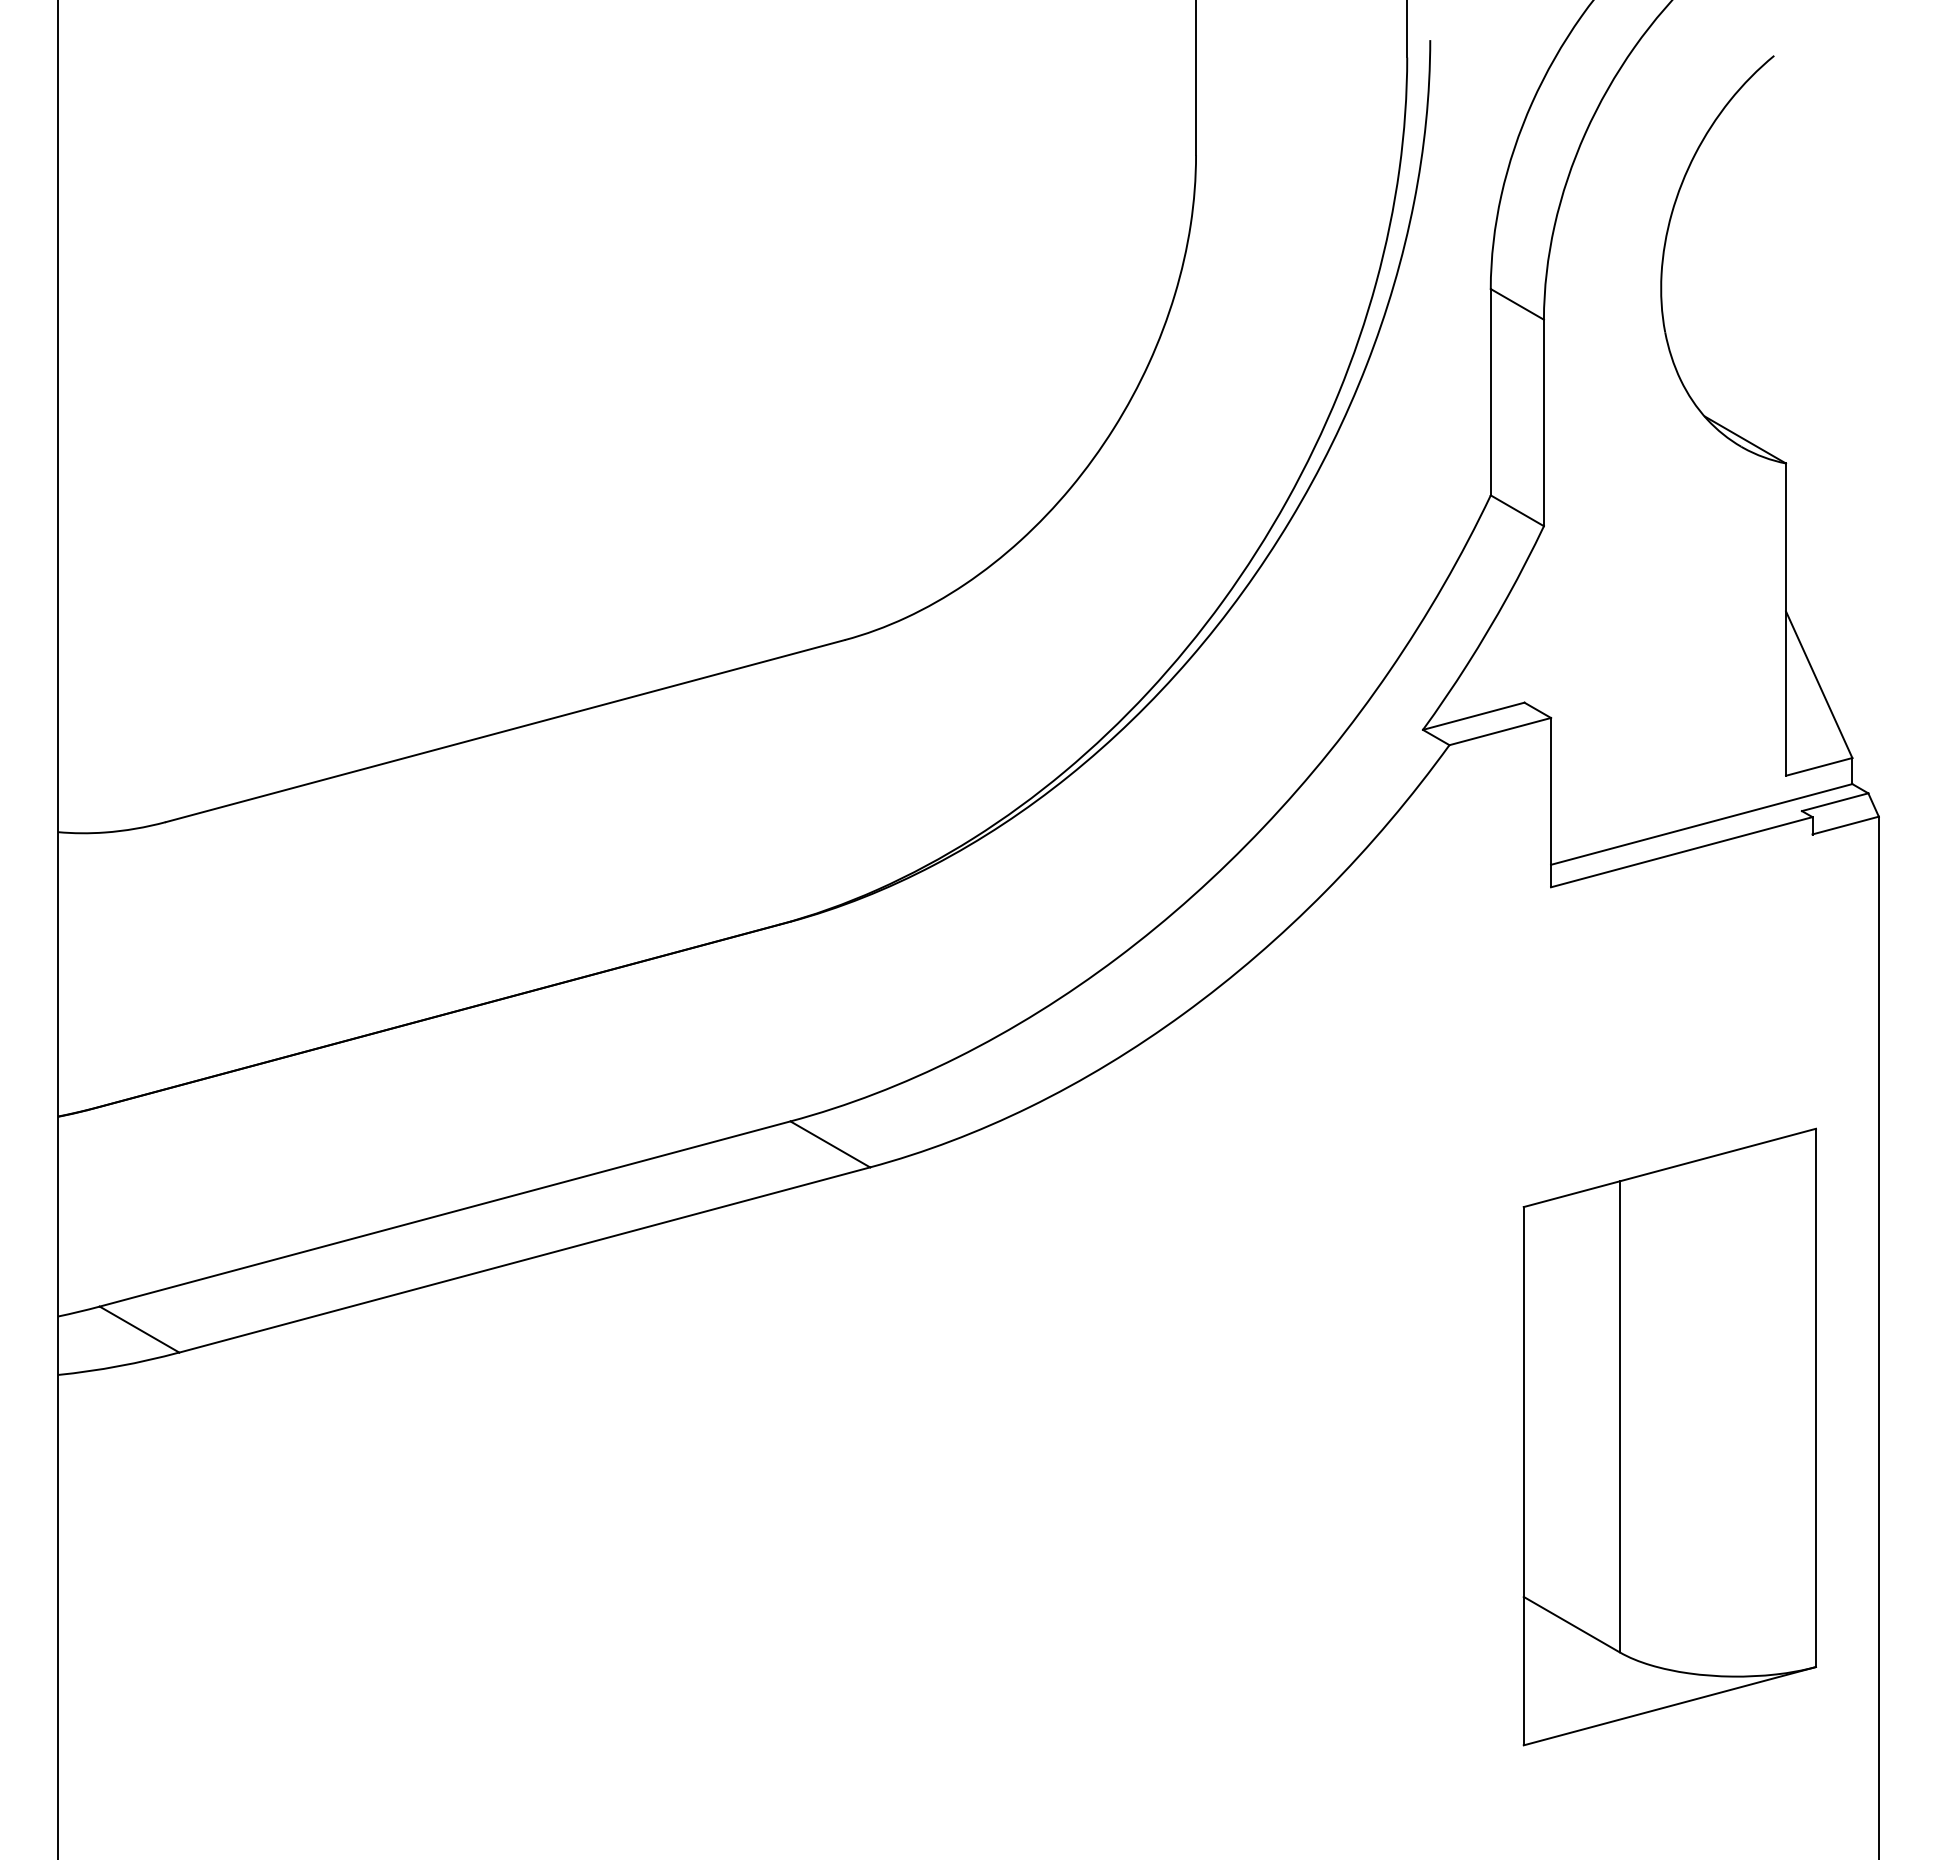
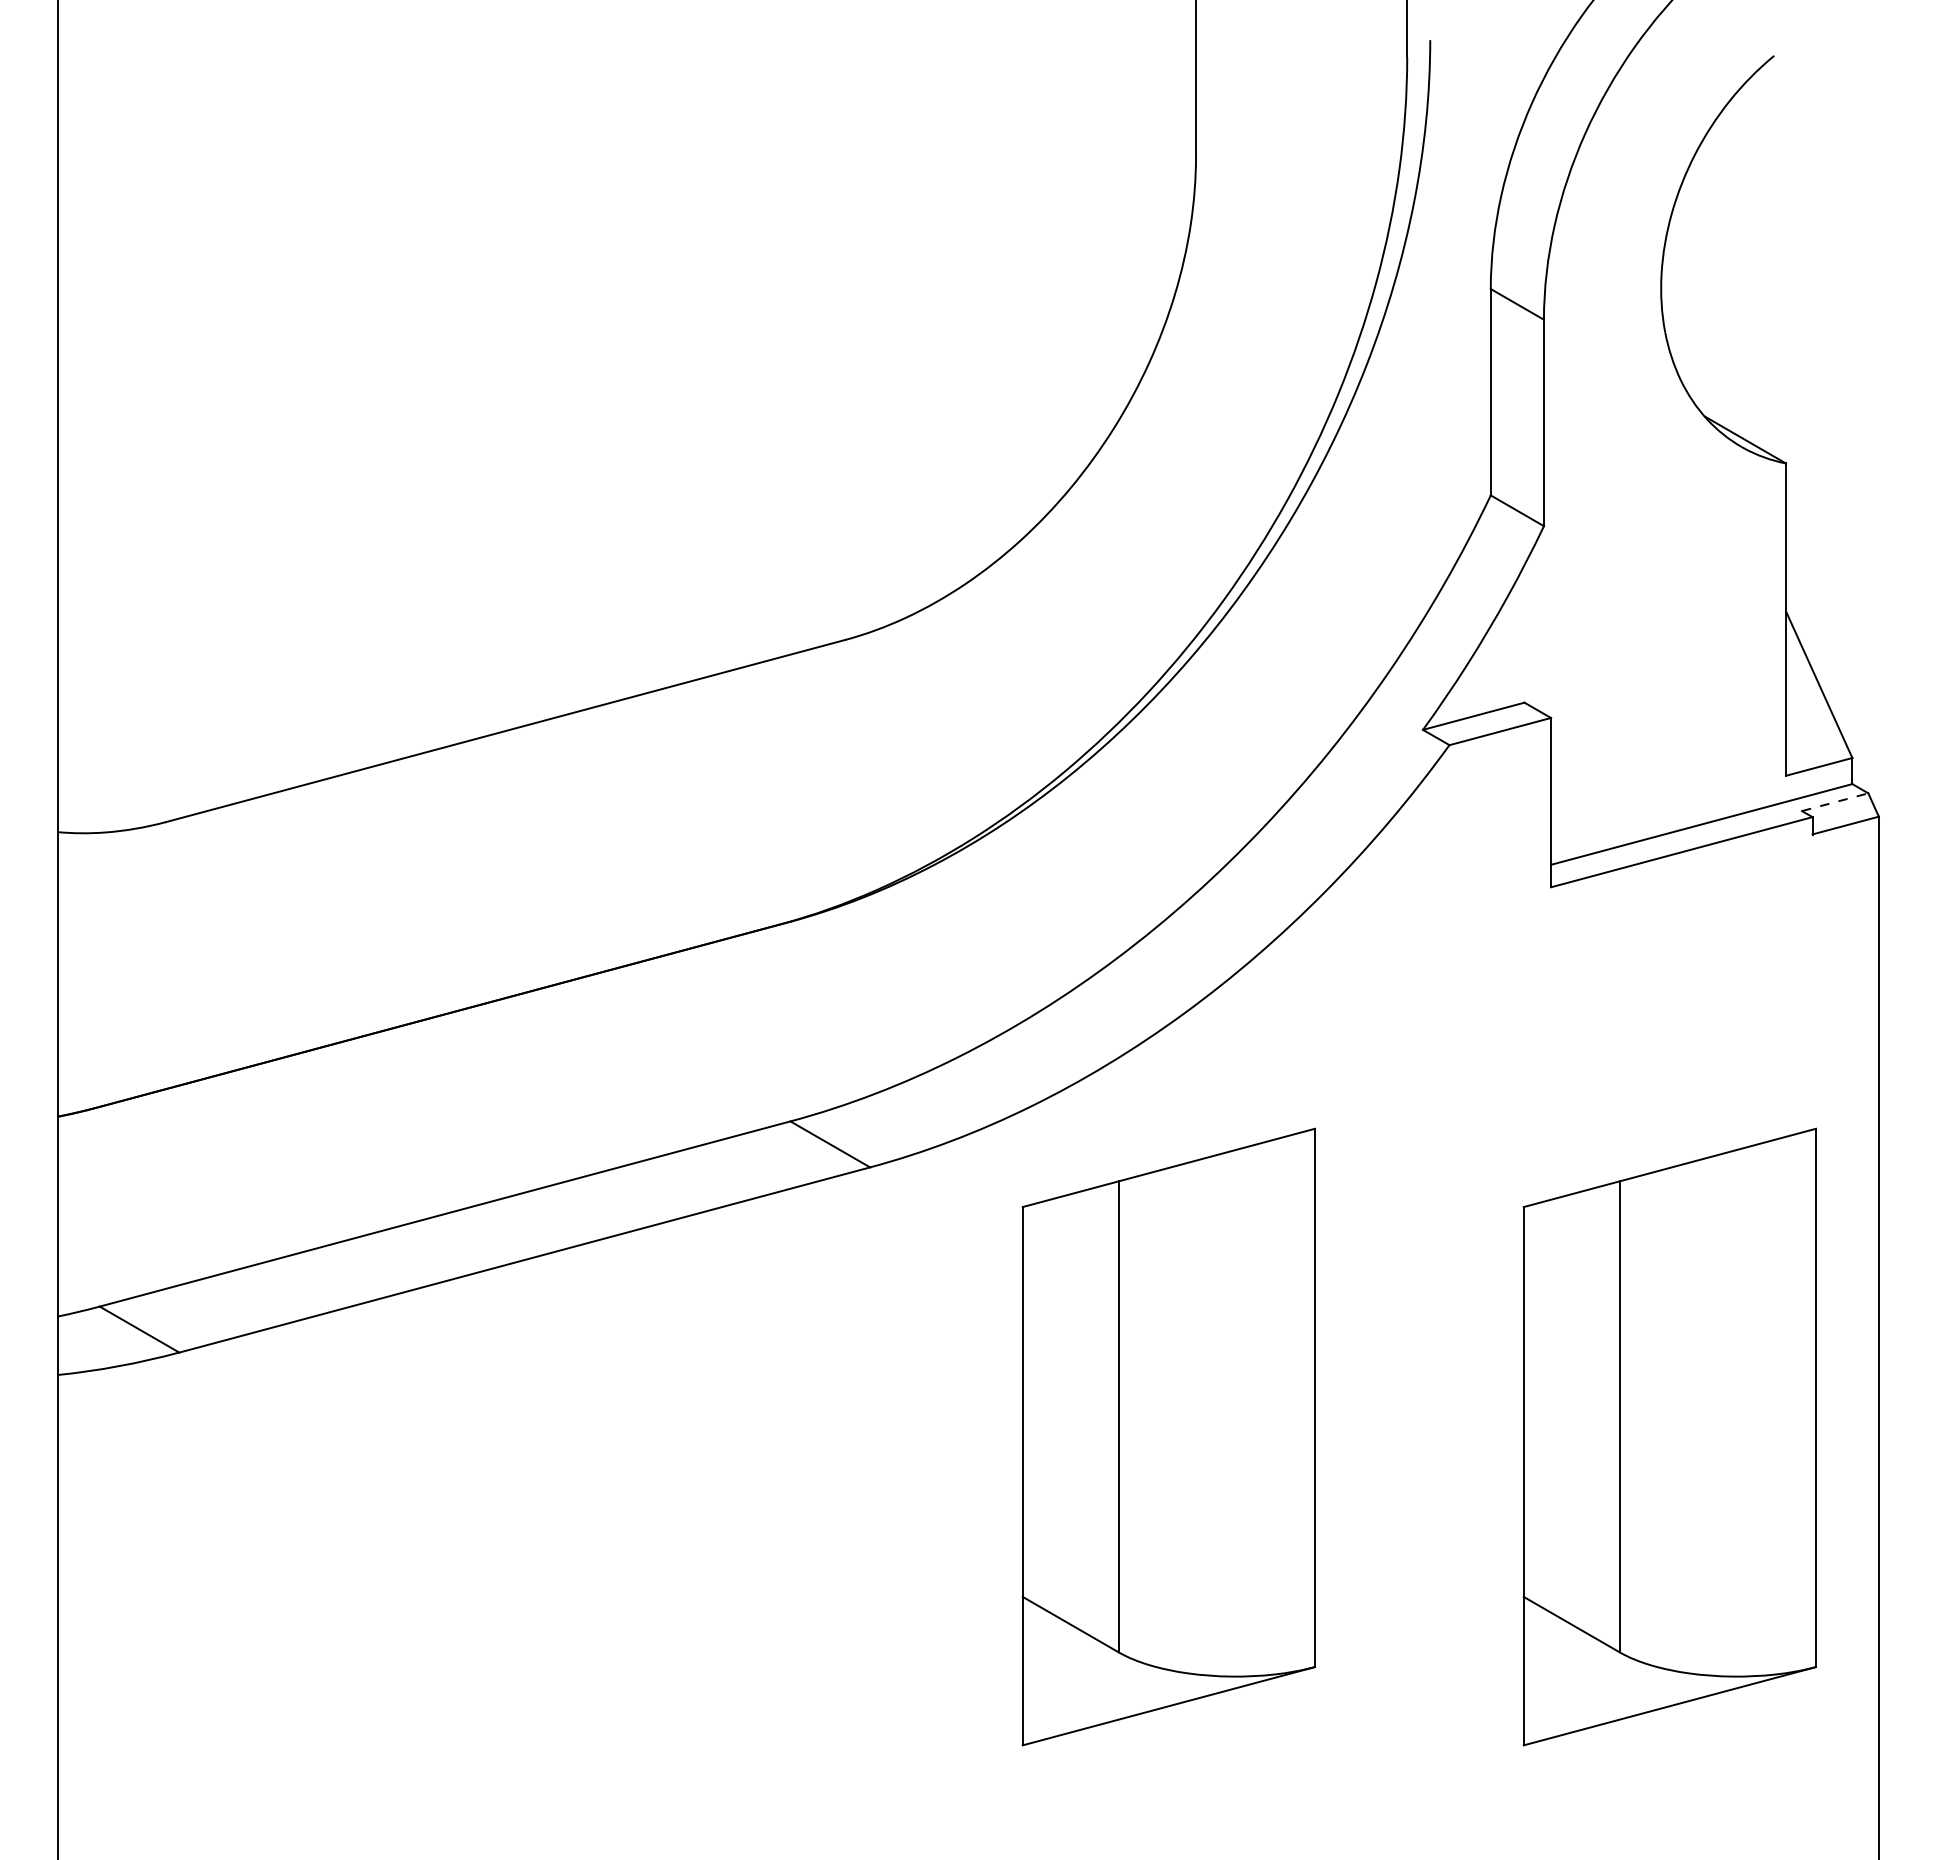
line at (1835, 802): solid -> dashed
part at (1168, 1436): none -> present
